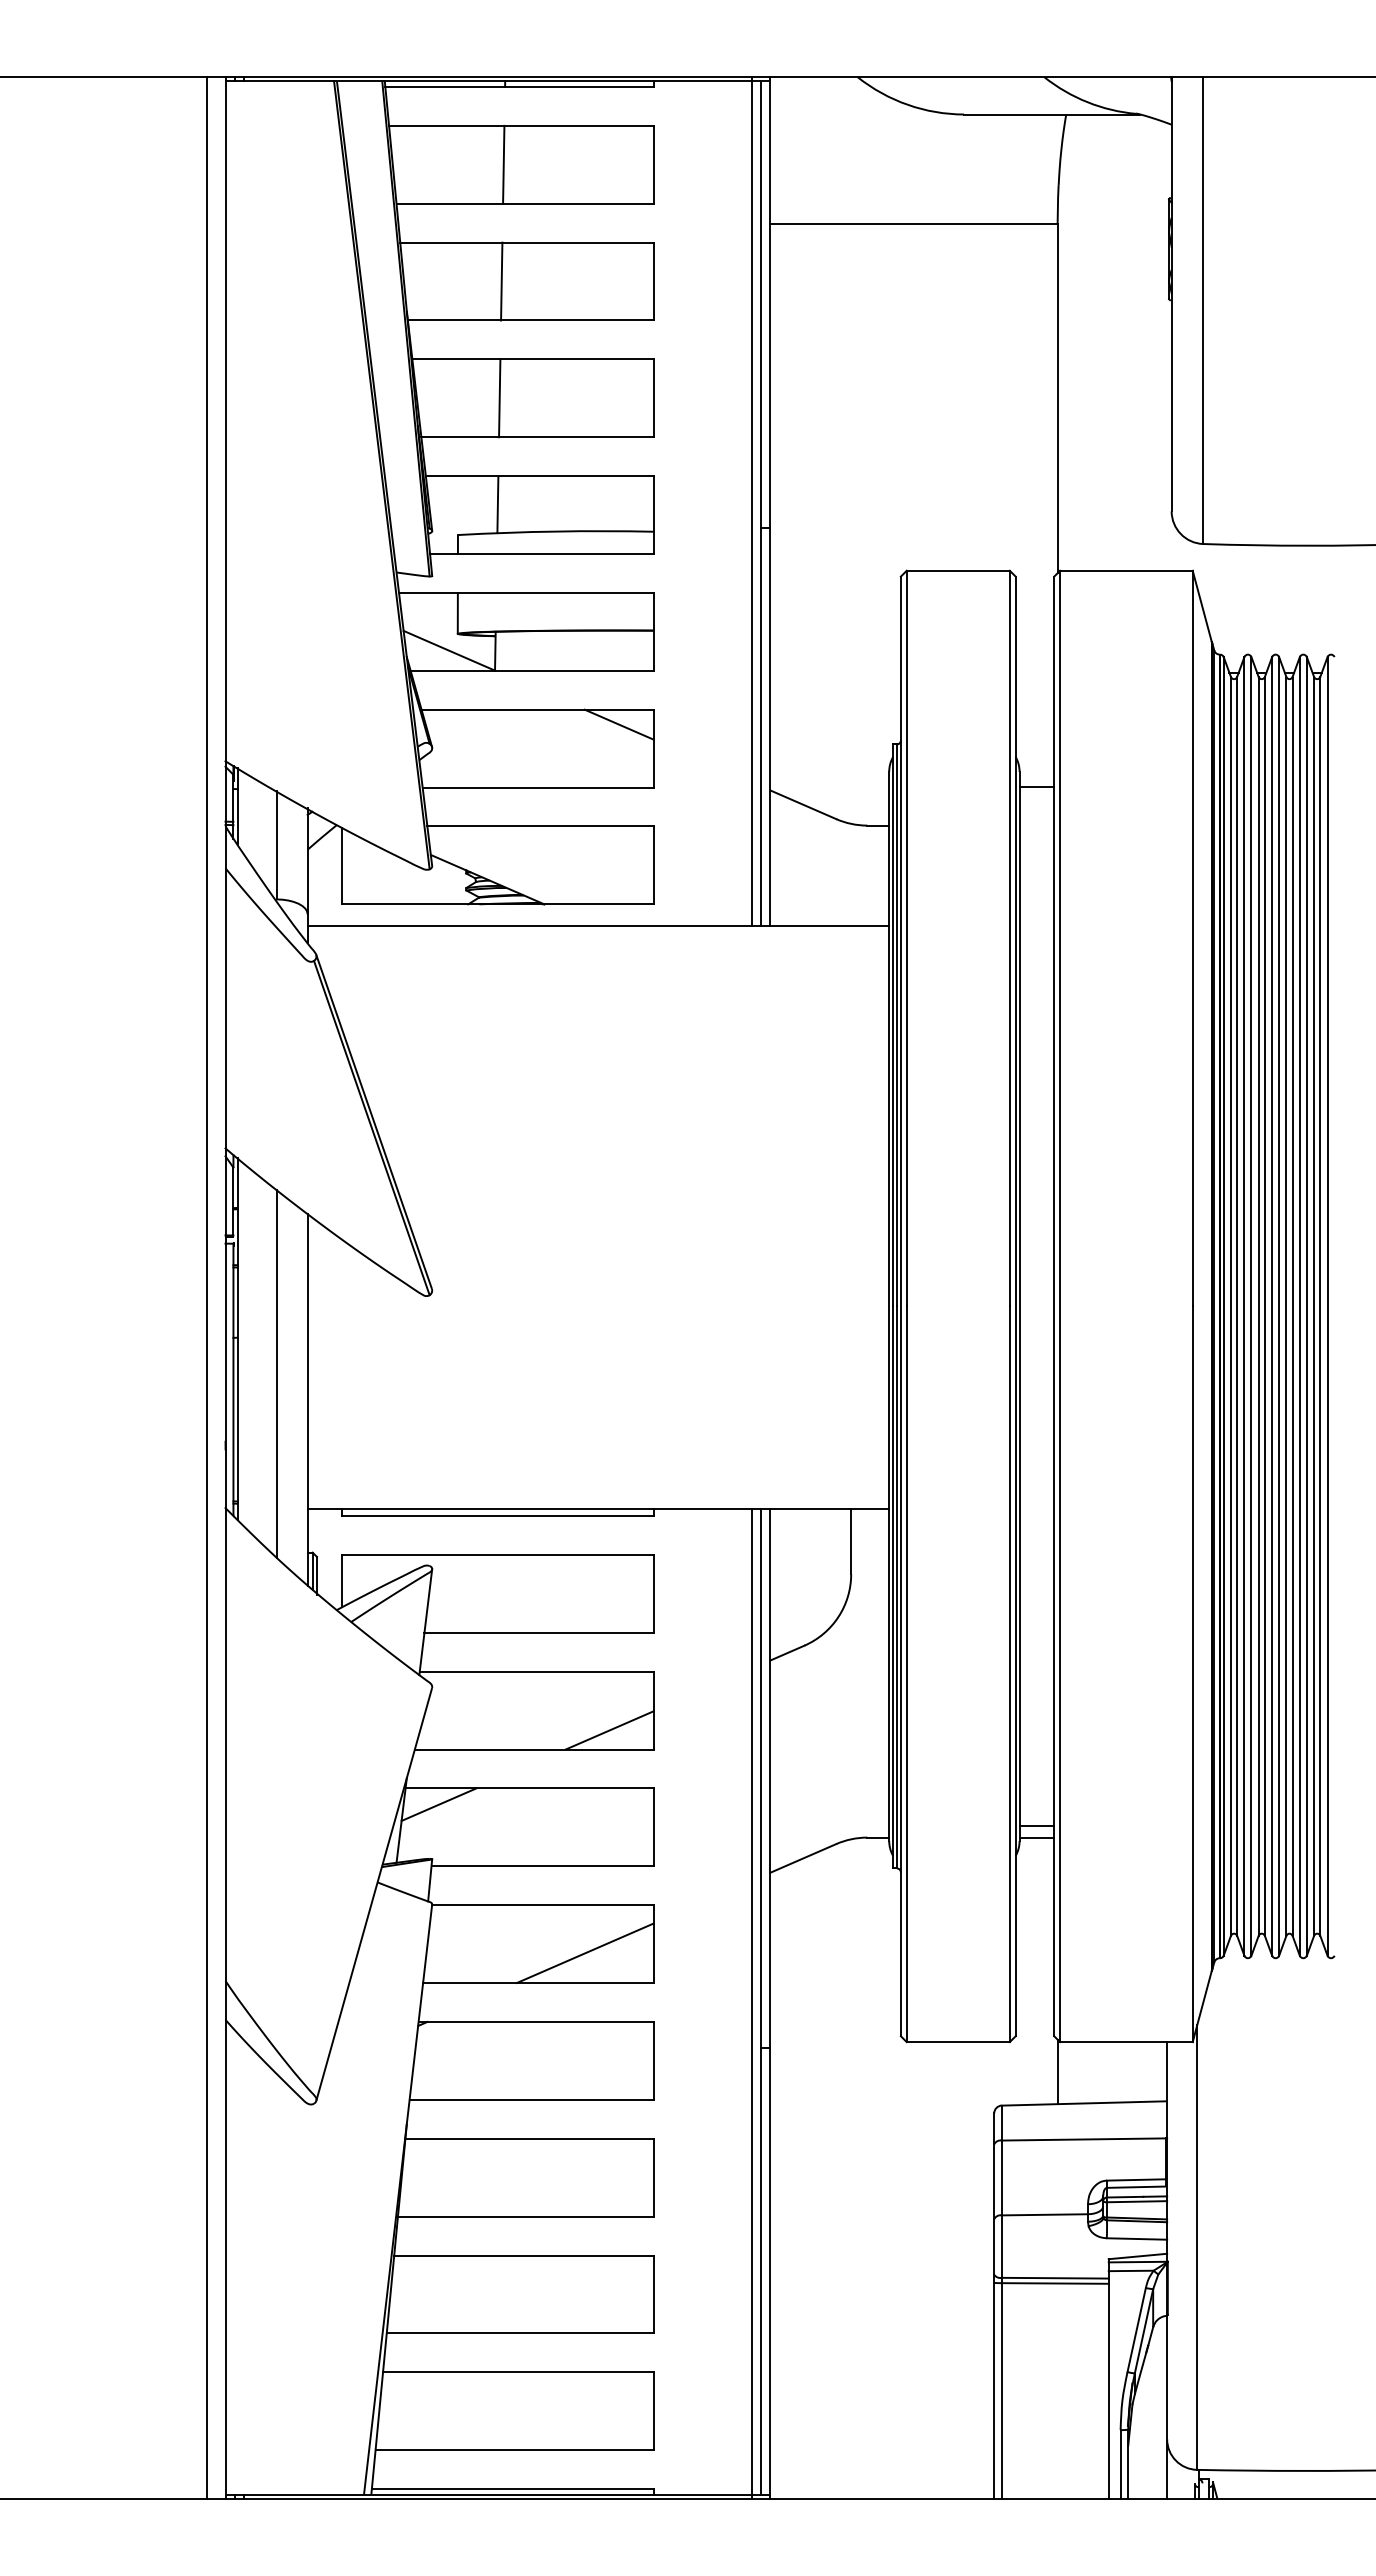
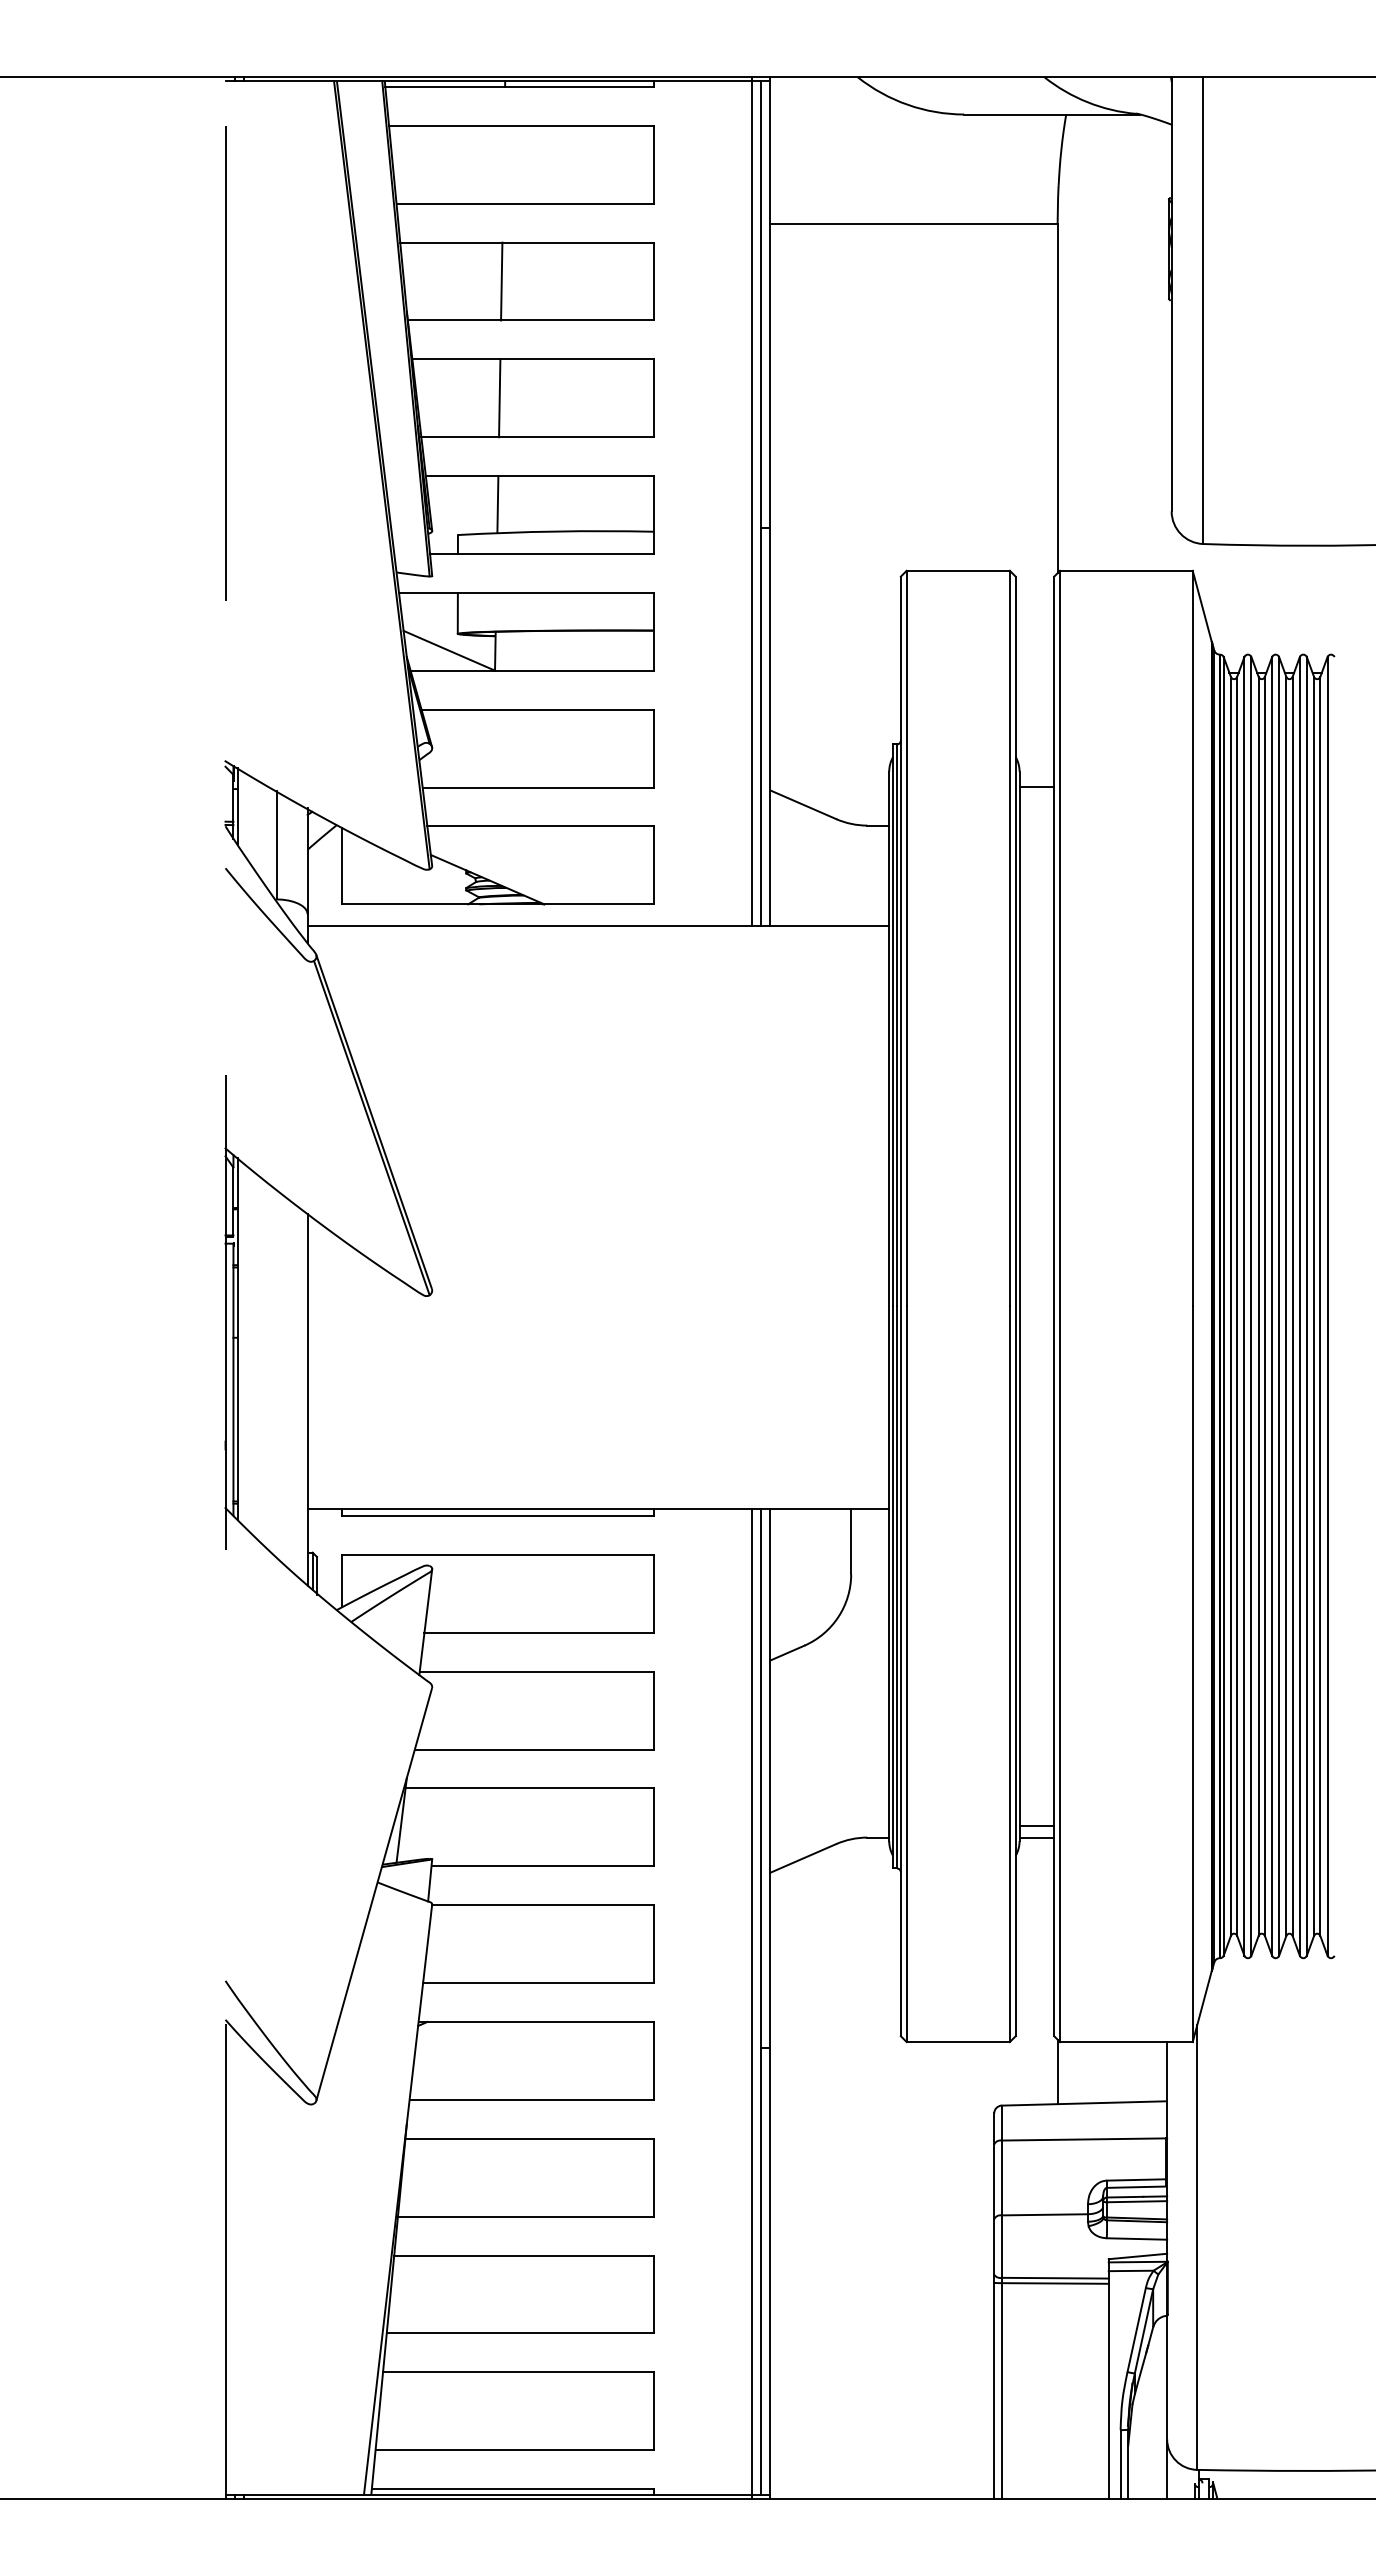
line at (503, 164): present -> none
line at (618, 724): present -> none
line at (206, 1287): present -> none
line at (225, 1288): solid -> dashed
line at (276, 1374): present -> none
line at (609, 1730): present -> none
line at (438, 1804): present -> none
line at (584, 1953): present -> none
